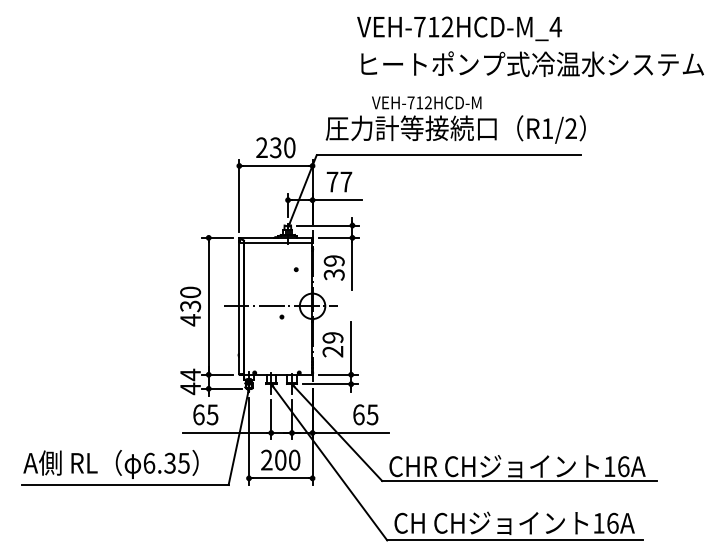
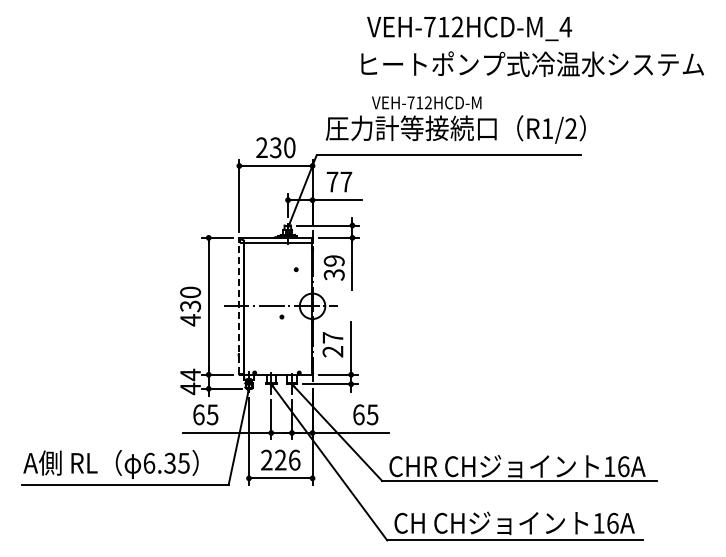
text at (459, 28) position: (459, 28) -> (469, 28)
line at (239, 307): solid -> dashed
text at (332, 337): 29 -> 27
text at (287, 459): 200 -> 226
